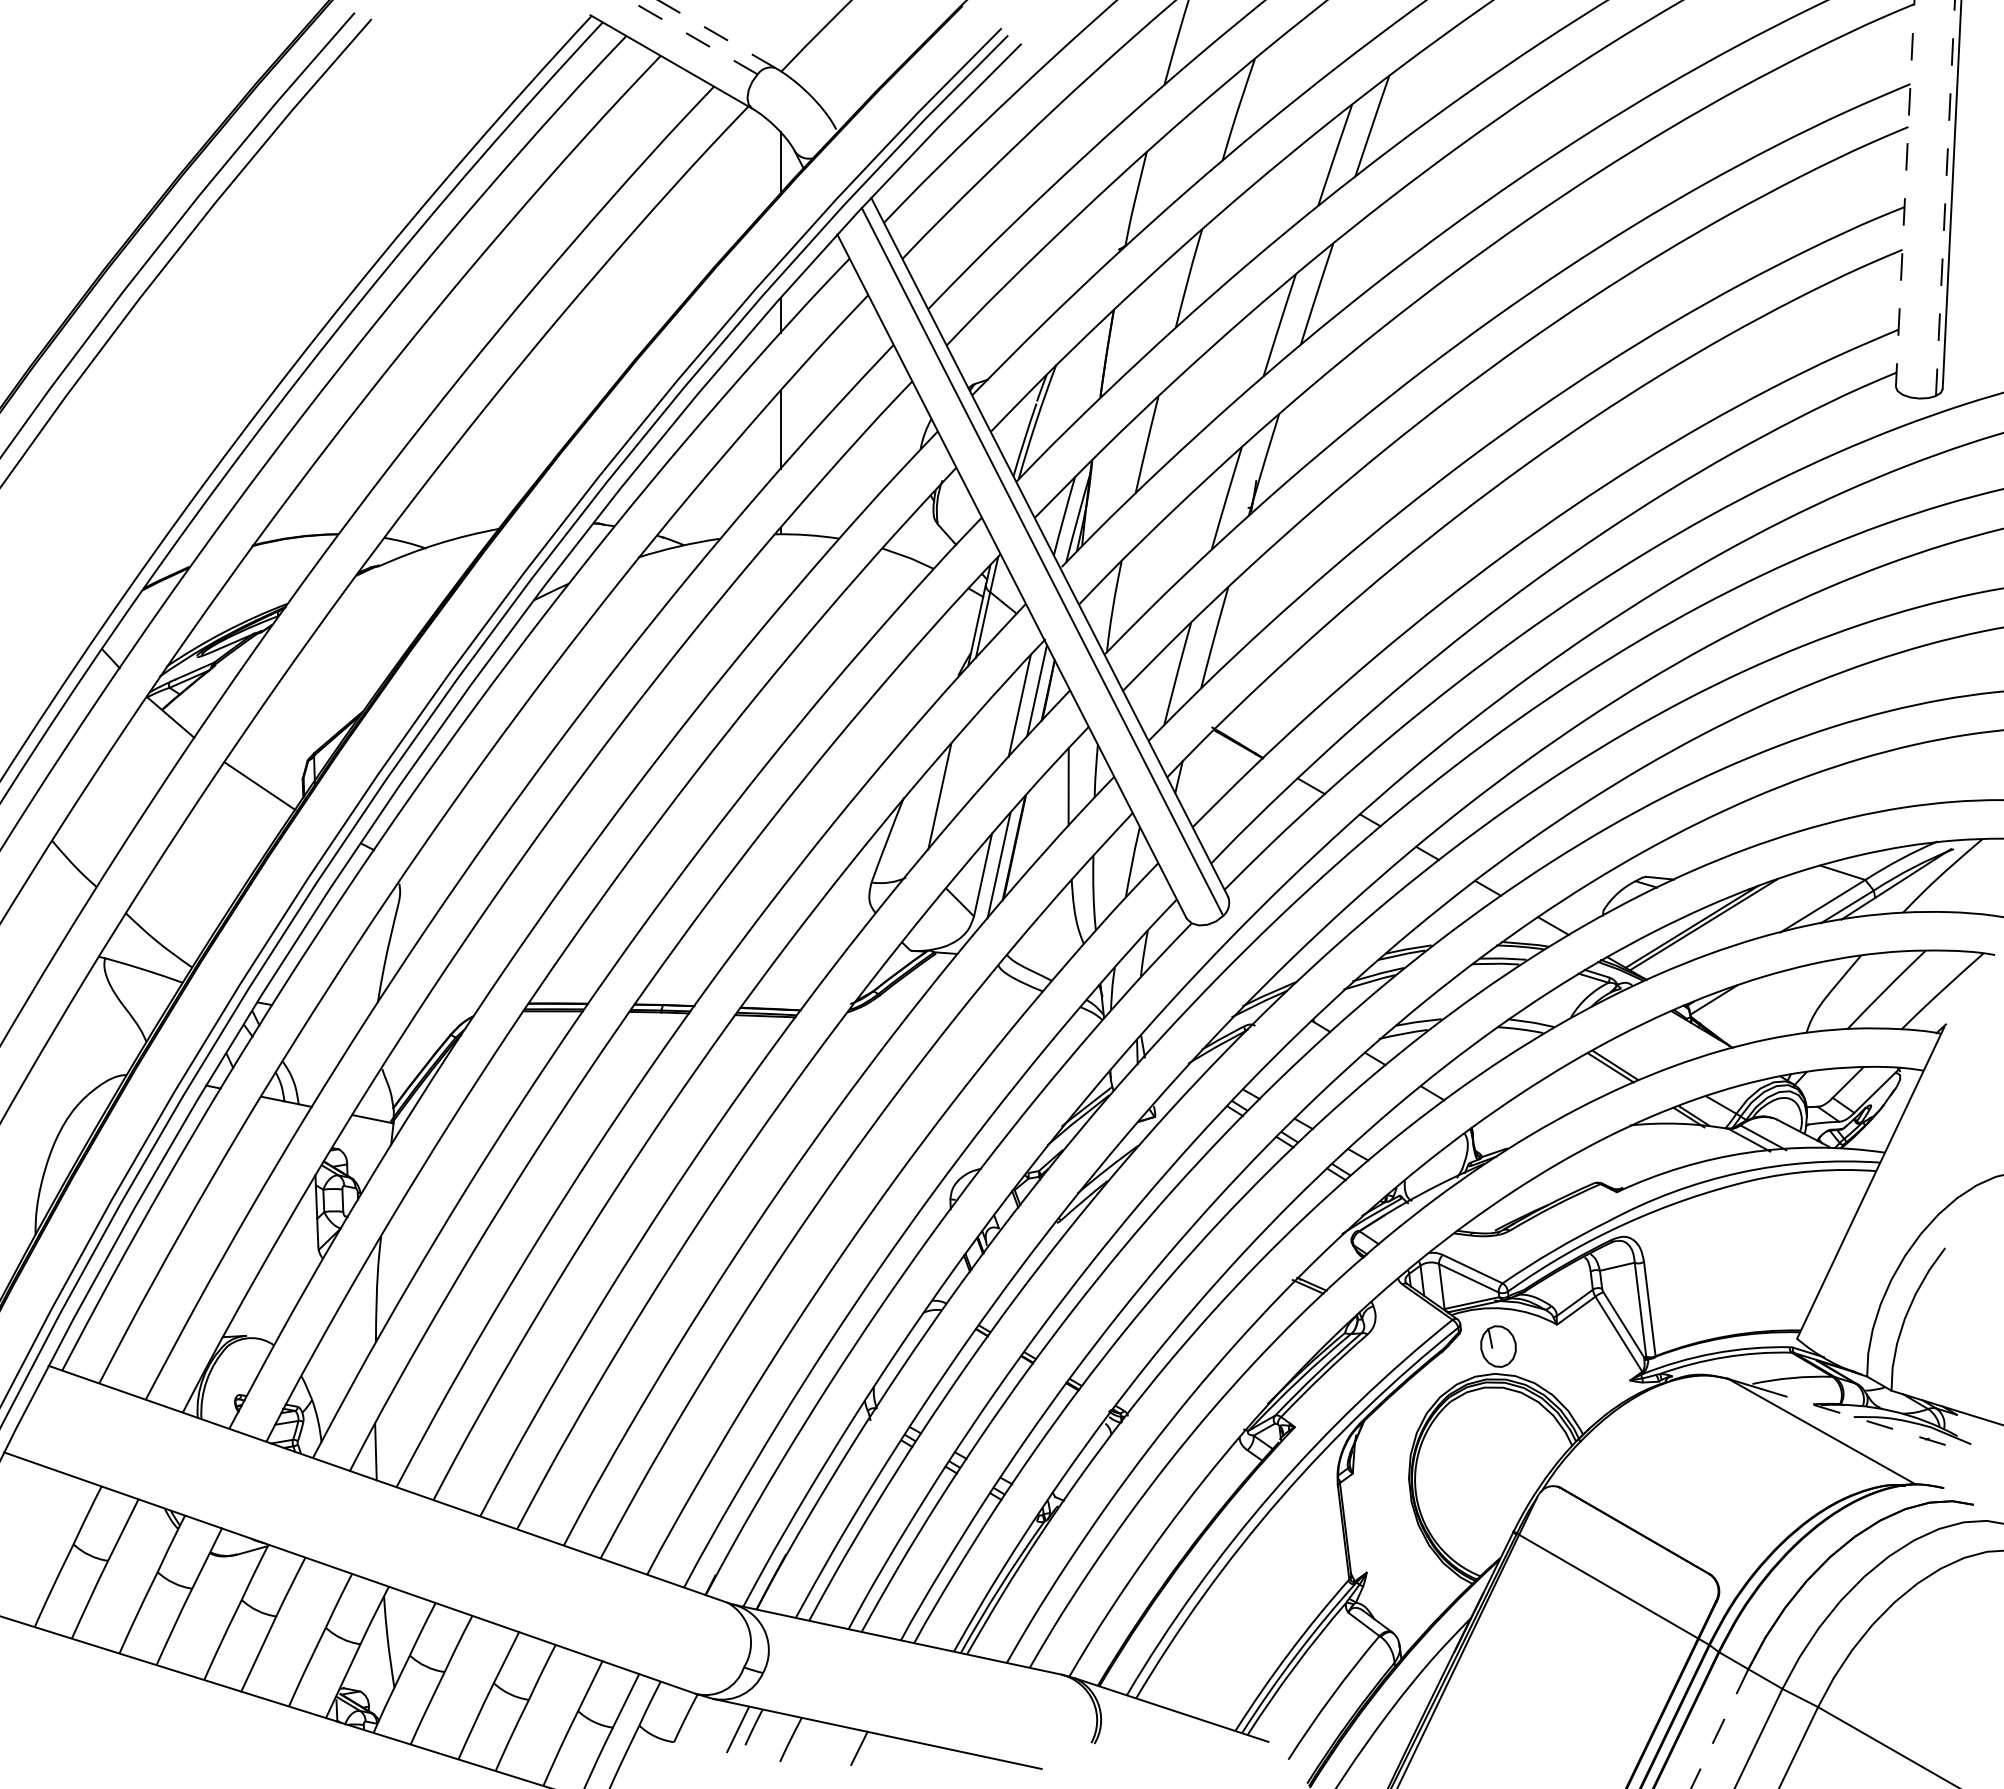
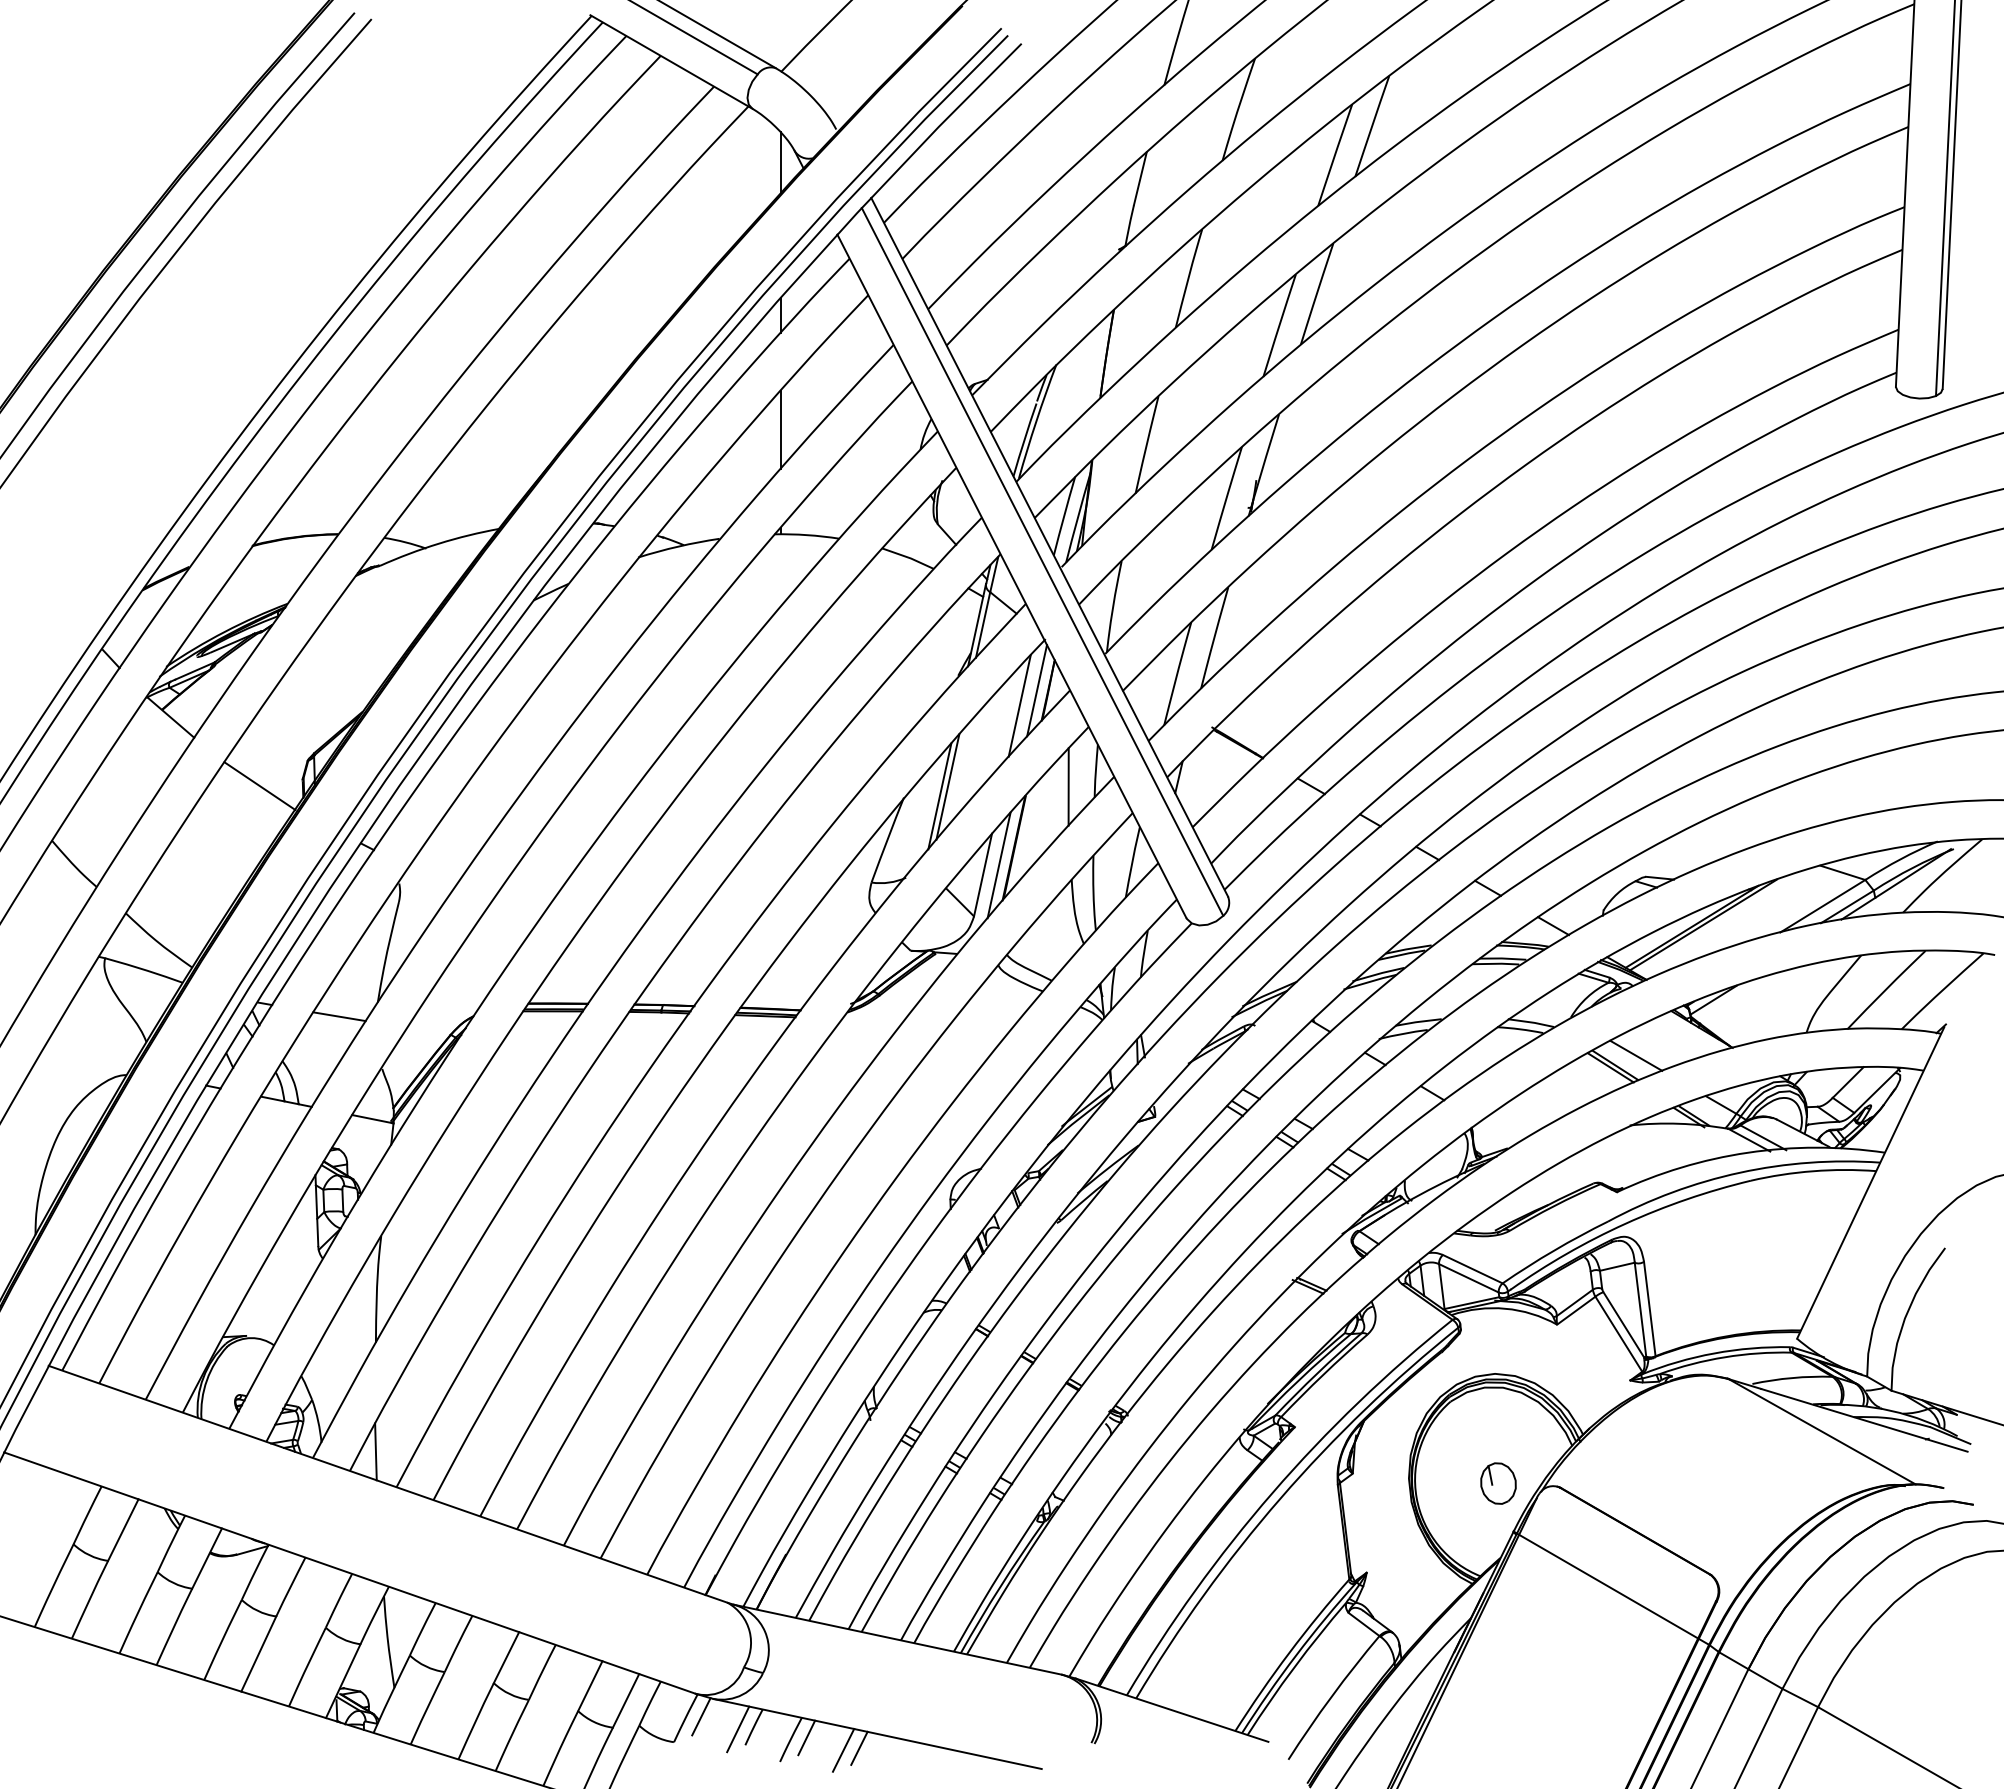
line at (716, 34): dashed -> solid
line at (693, 37): dashed -> solid
line at (1905, 194): dashed -> solid
line at (1945, 198): dashed -> solid
line at (947, 786): none -> present
line at (339, 1016): none -> present
line at (1636, 1055): none -> present
part at (1498, 1346) position: (1498, 1346) -> (1498, 1483)
line at (1864, 1420): dashed -> solid
line at (701, 1716): none -> present
line at (1719, 1728): dashed -> solid
line at (806, 1737): none -> present
line at (843, 1750): none -> present
